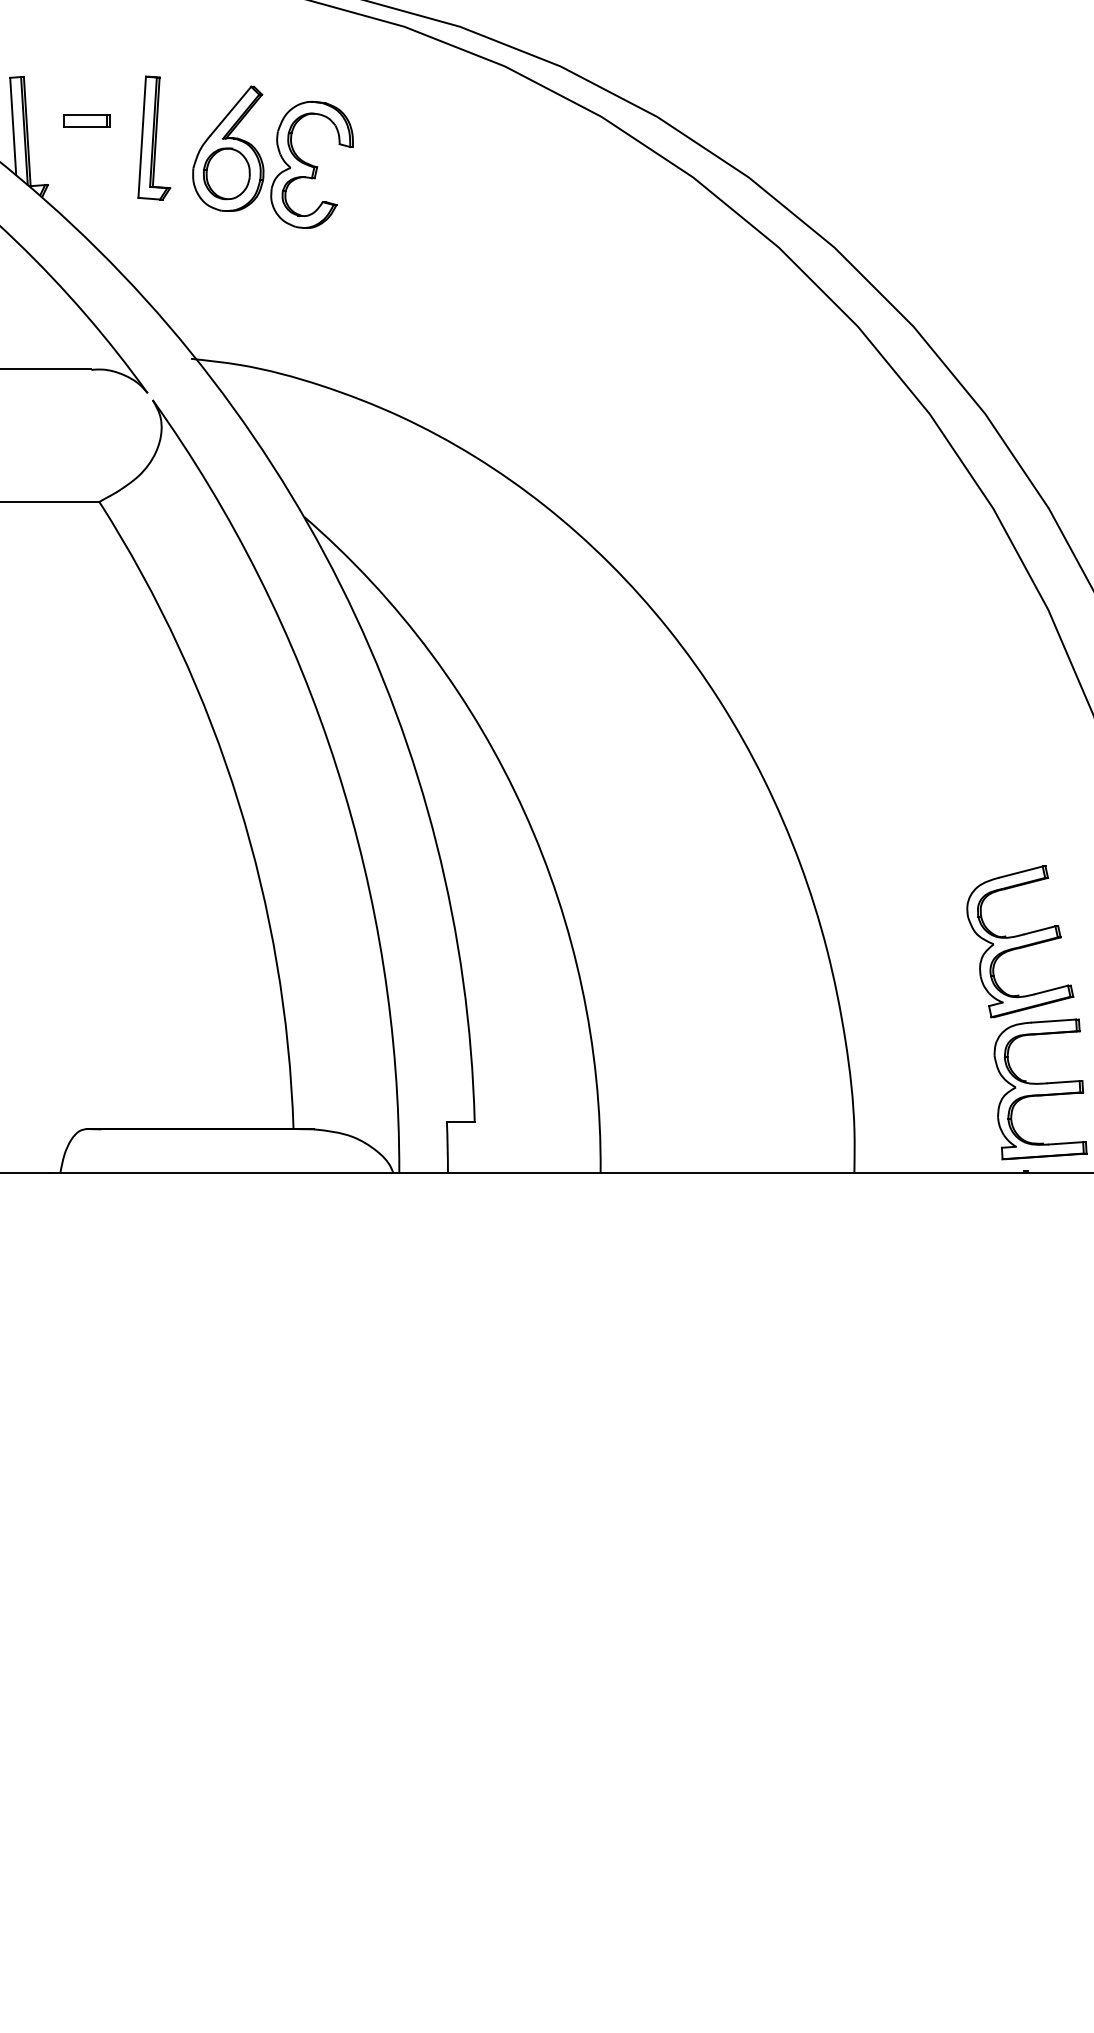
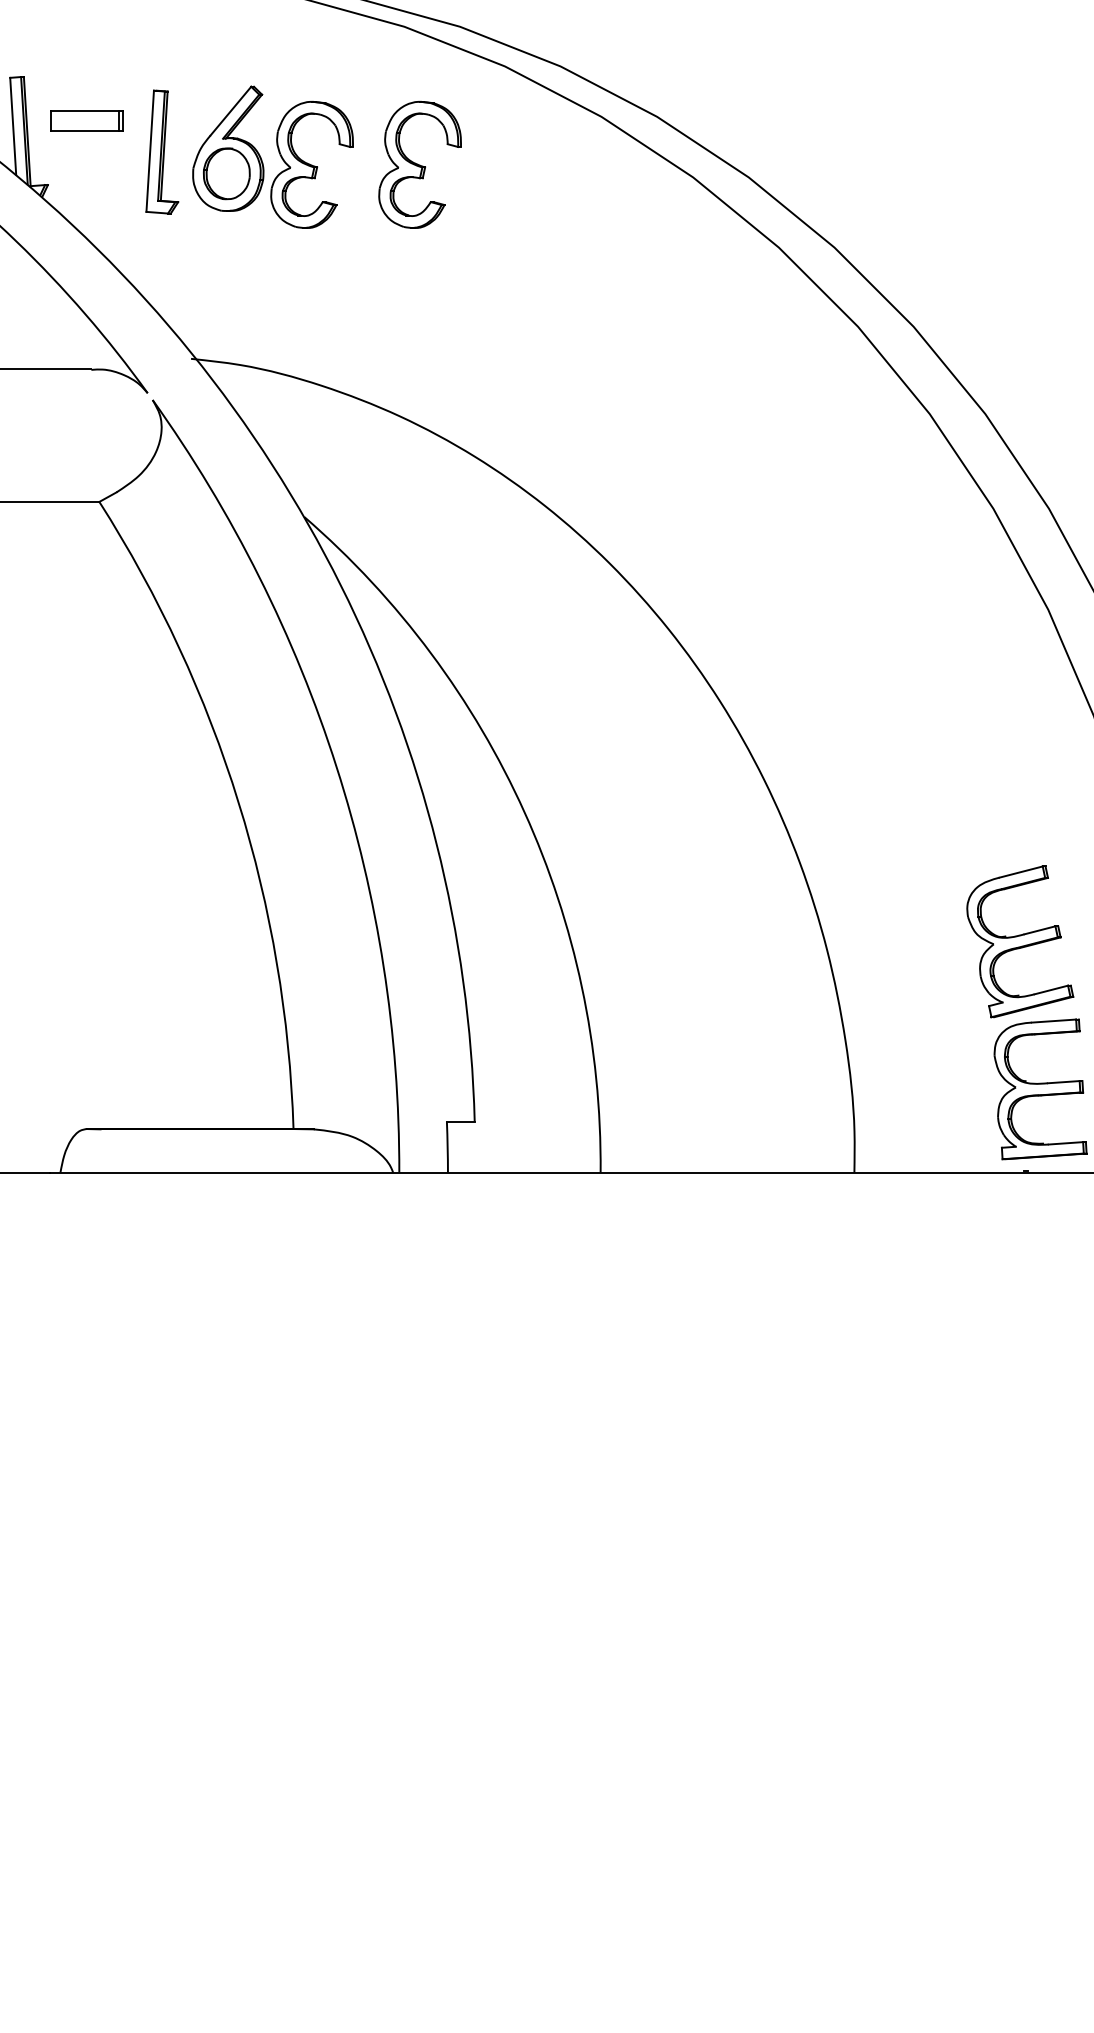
part at (86, 120) size: 48x14 px -> 74x22 px
part at (154, 137) position: (154, 137) -> (162, 151)
part at (419, 164): none -> present
